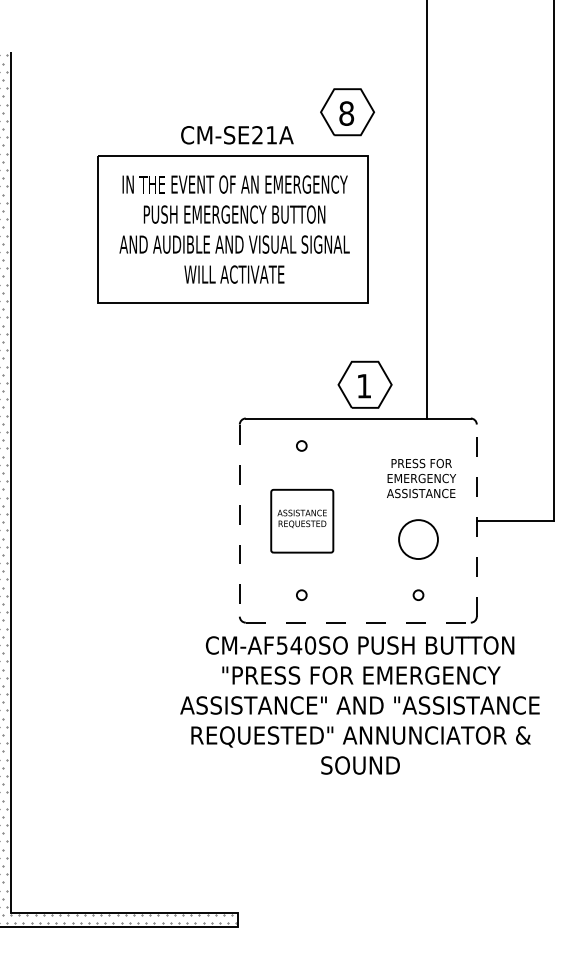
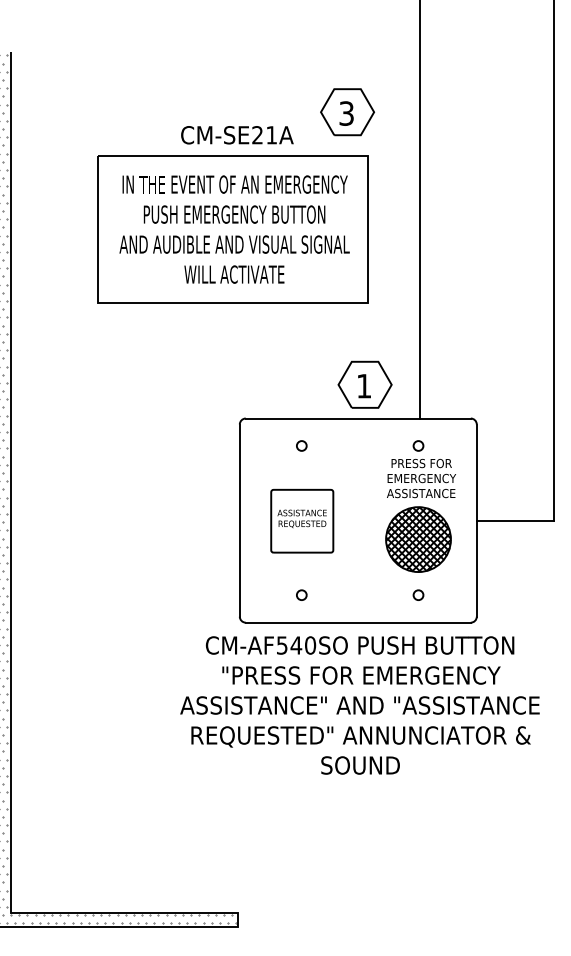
text at (346, 113): 8 -> 3
line at (427, 210) position: (427, 210) -> (420, 210)
circle at (418, 445): none -> present
line at (476, 520): dashed -> solid
line at (239, 521): dashed -> solid
part at (418, 539) size: 41x41 px -> 67x67 px
line at (358, 622): dashed -> solid
